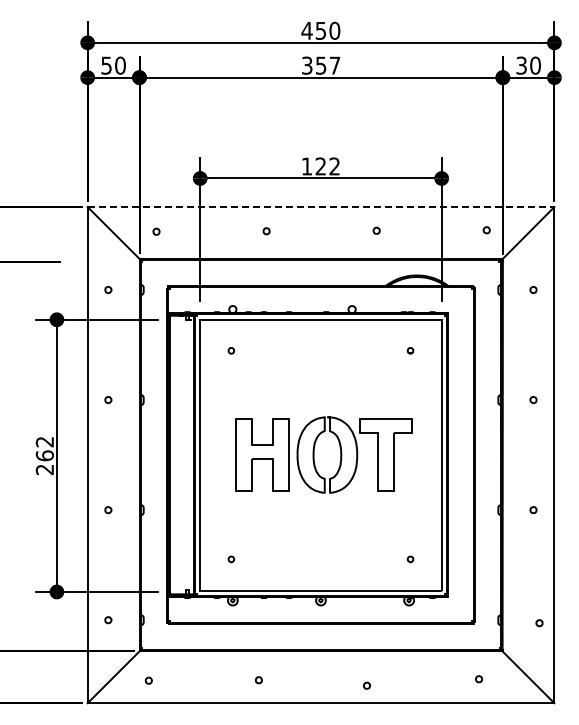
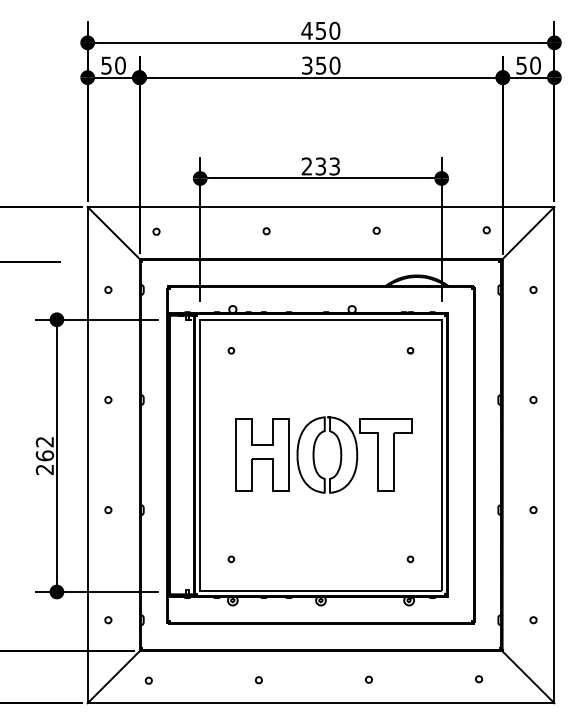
text at (521, 64): 30 -> 50
text at (334, 65): 357 -> 350
text at (320, 166): 122 -> 233
line at (321, 207): dashed -> solid
part at (539, 623) position: (539, 623) -> (533, 620)
part at (366, 685) position: (366, 685) -> (368, 679)
